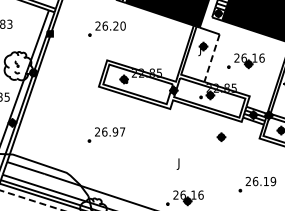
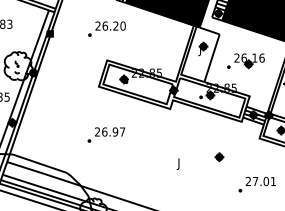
line at (212, 58): dashed -> solid
part at (221, 136) position: (221, 136) -> (219, 156)
text at (264, 181): 26.19 -> 27.01
part at (184, 198): present -> none
line at (32, 200): dashed -> solid
